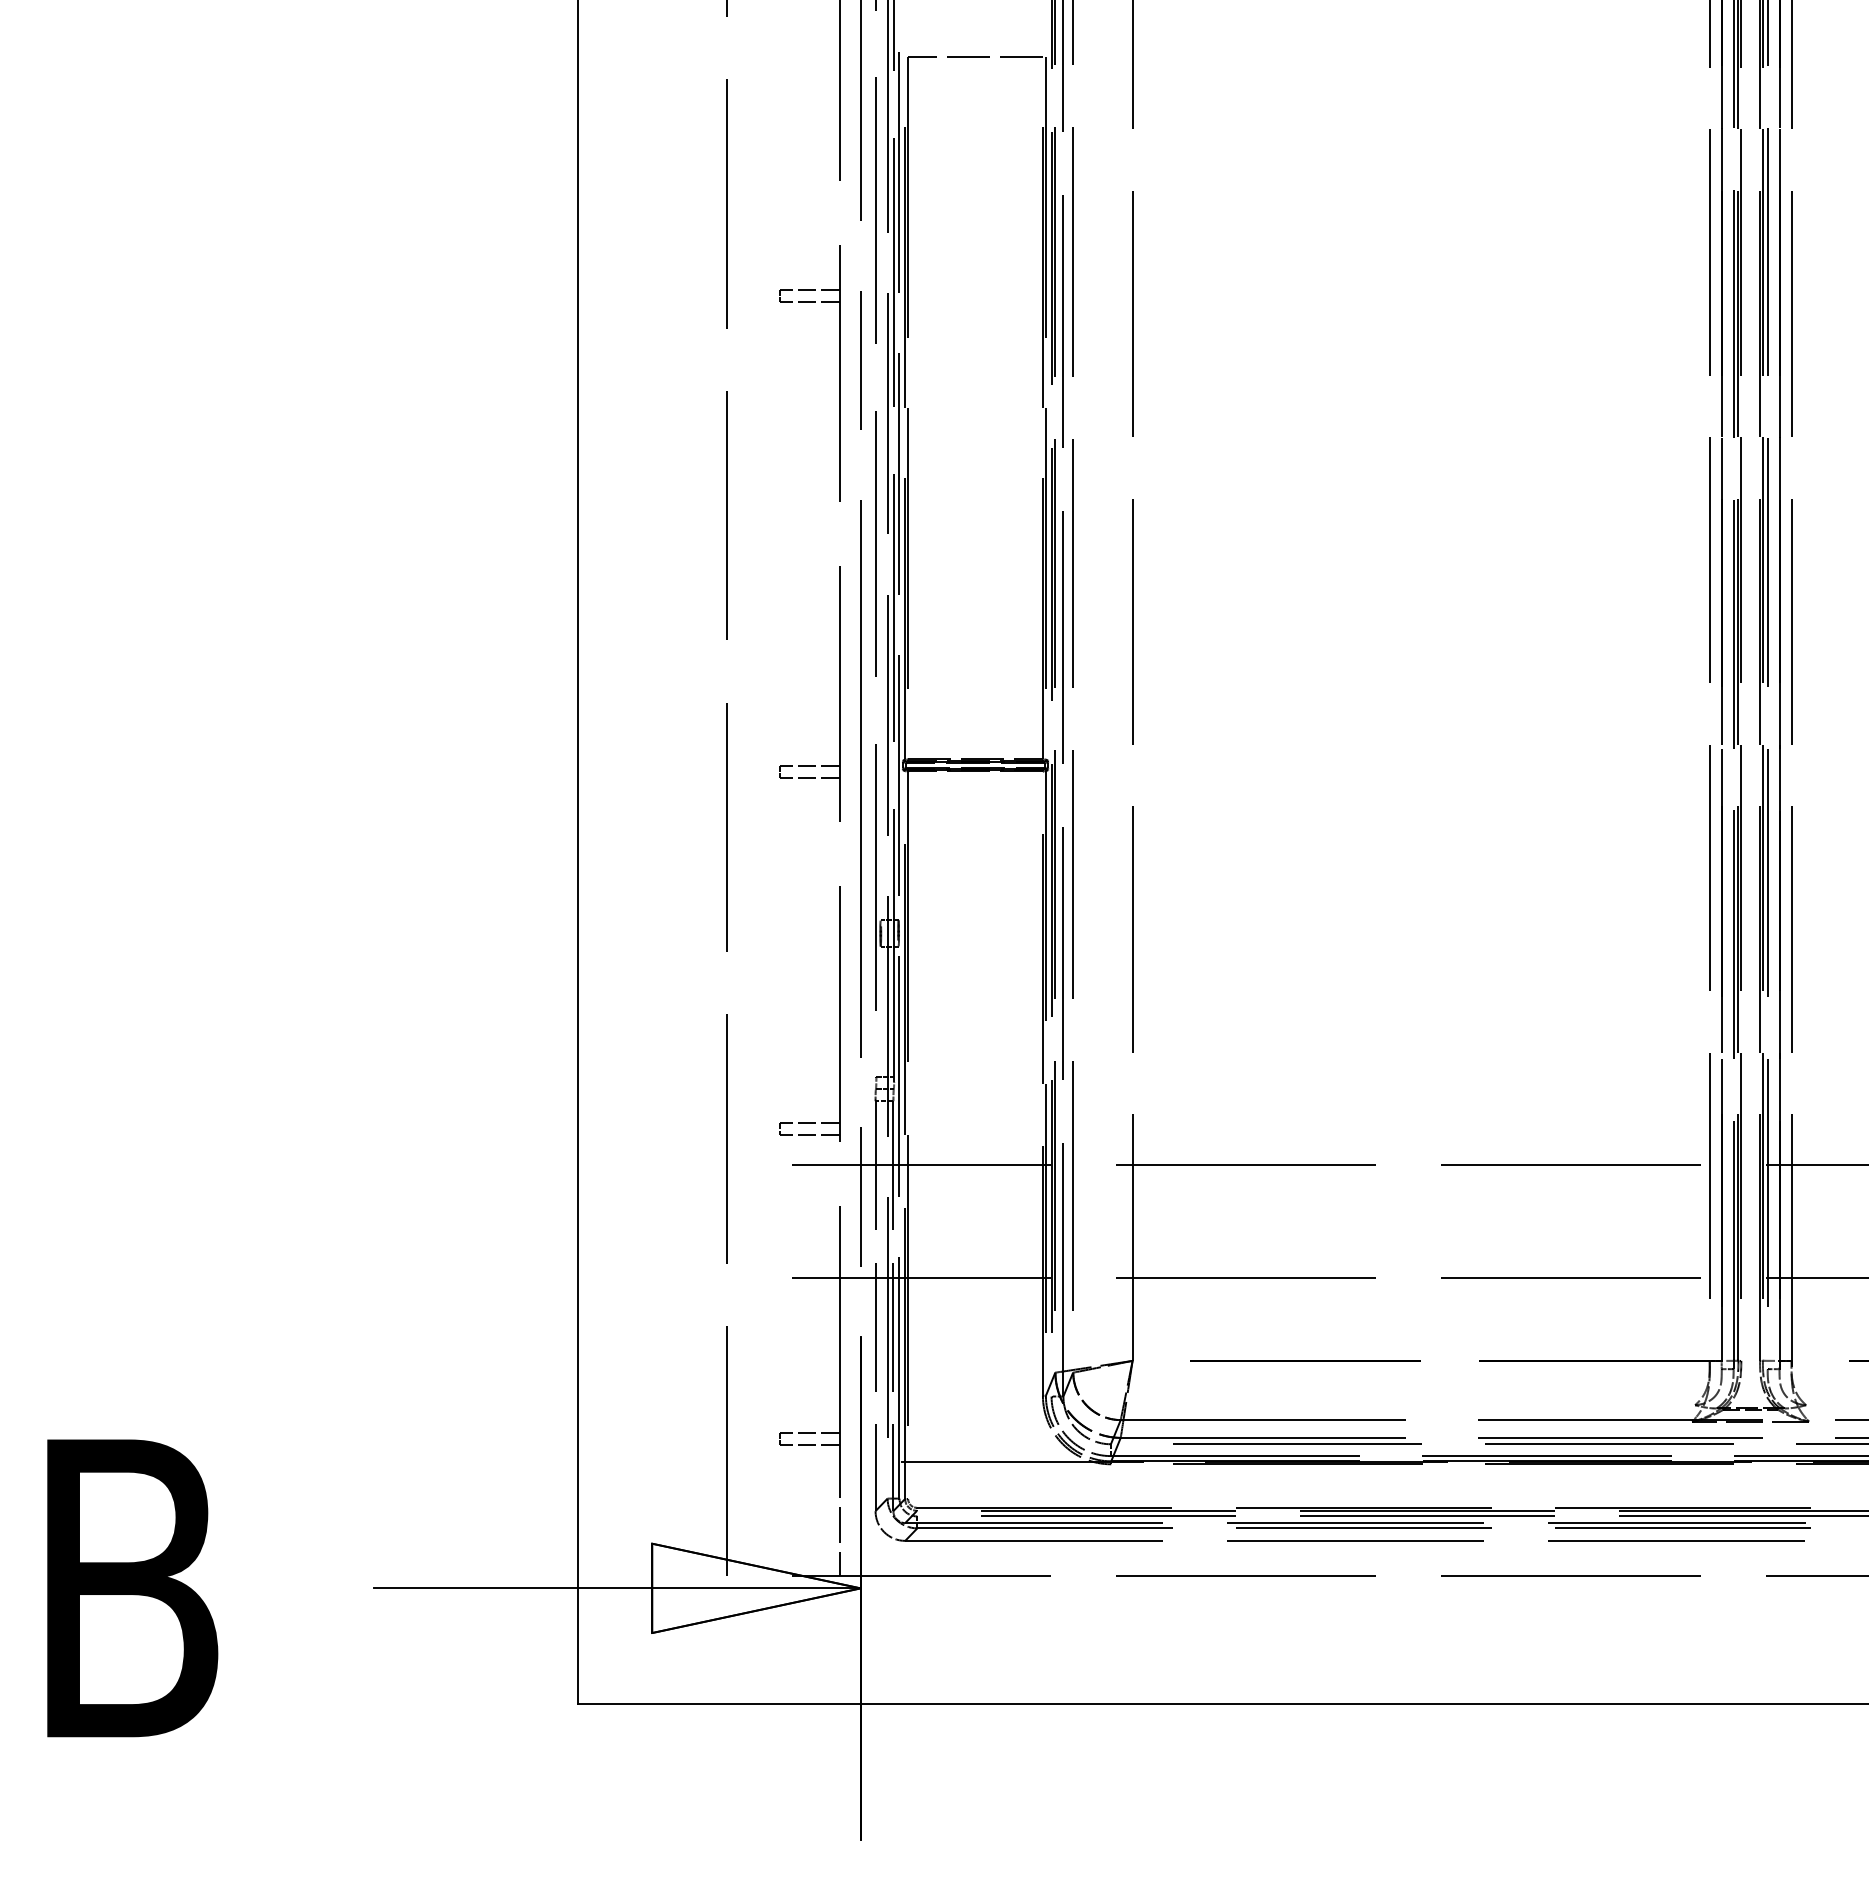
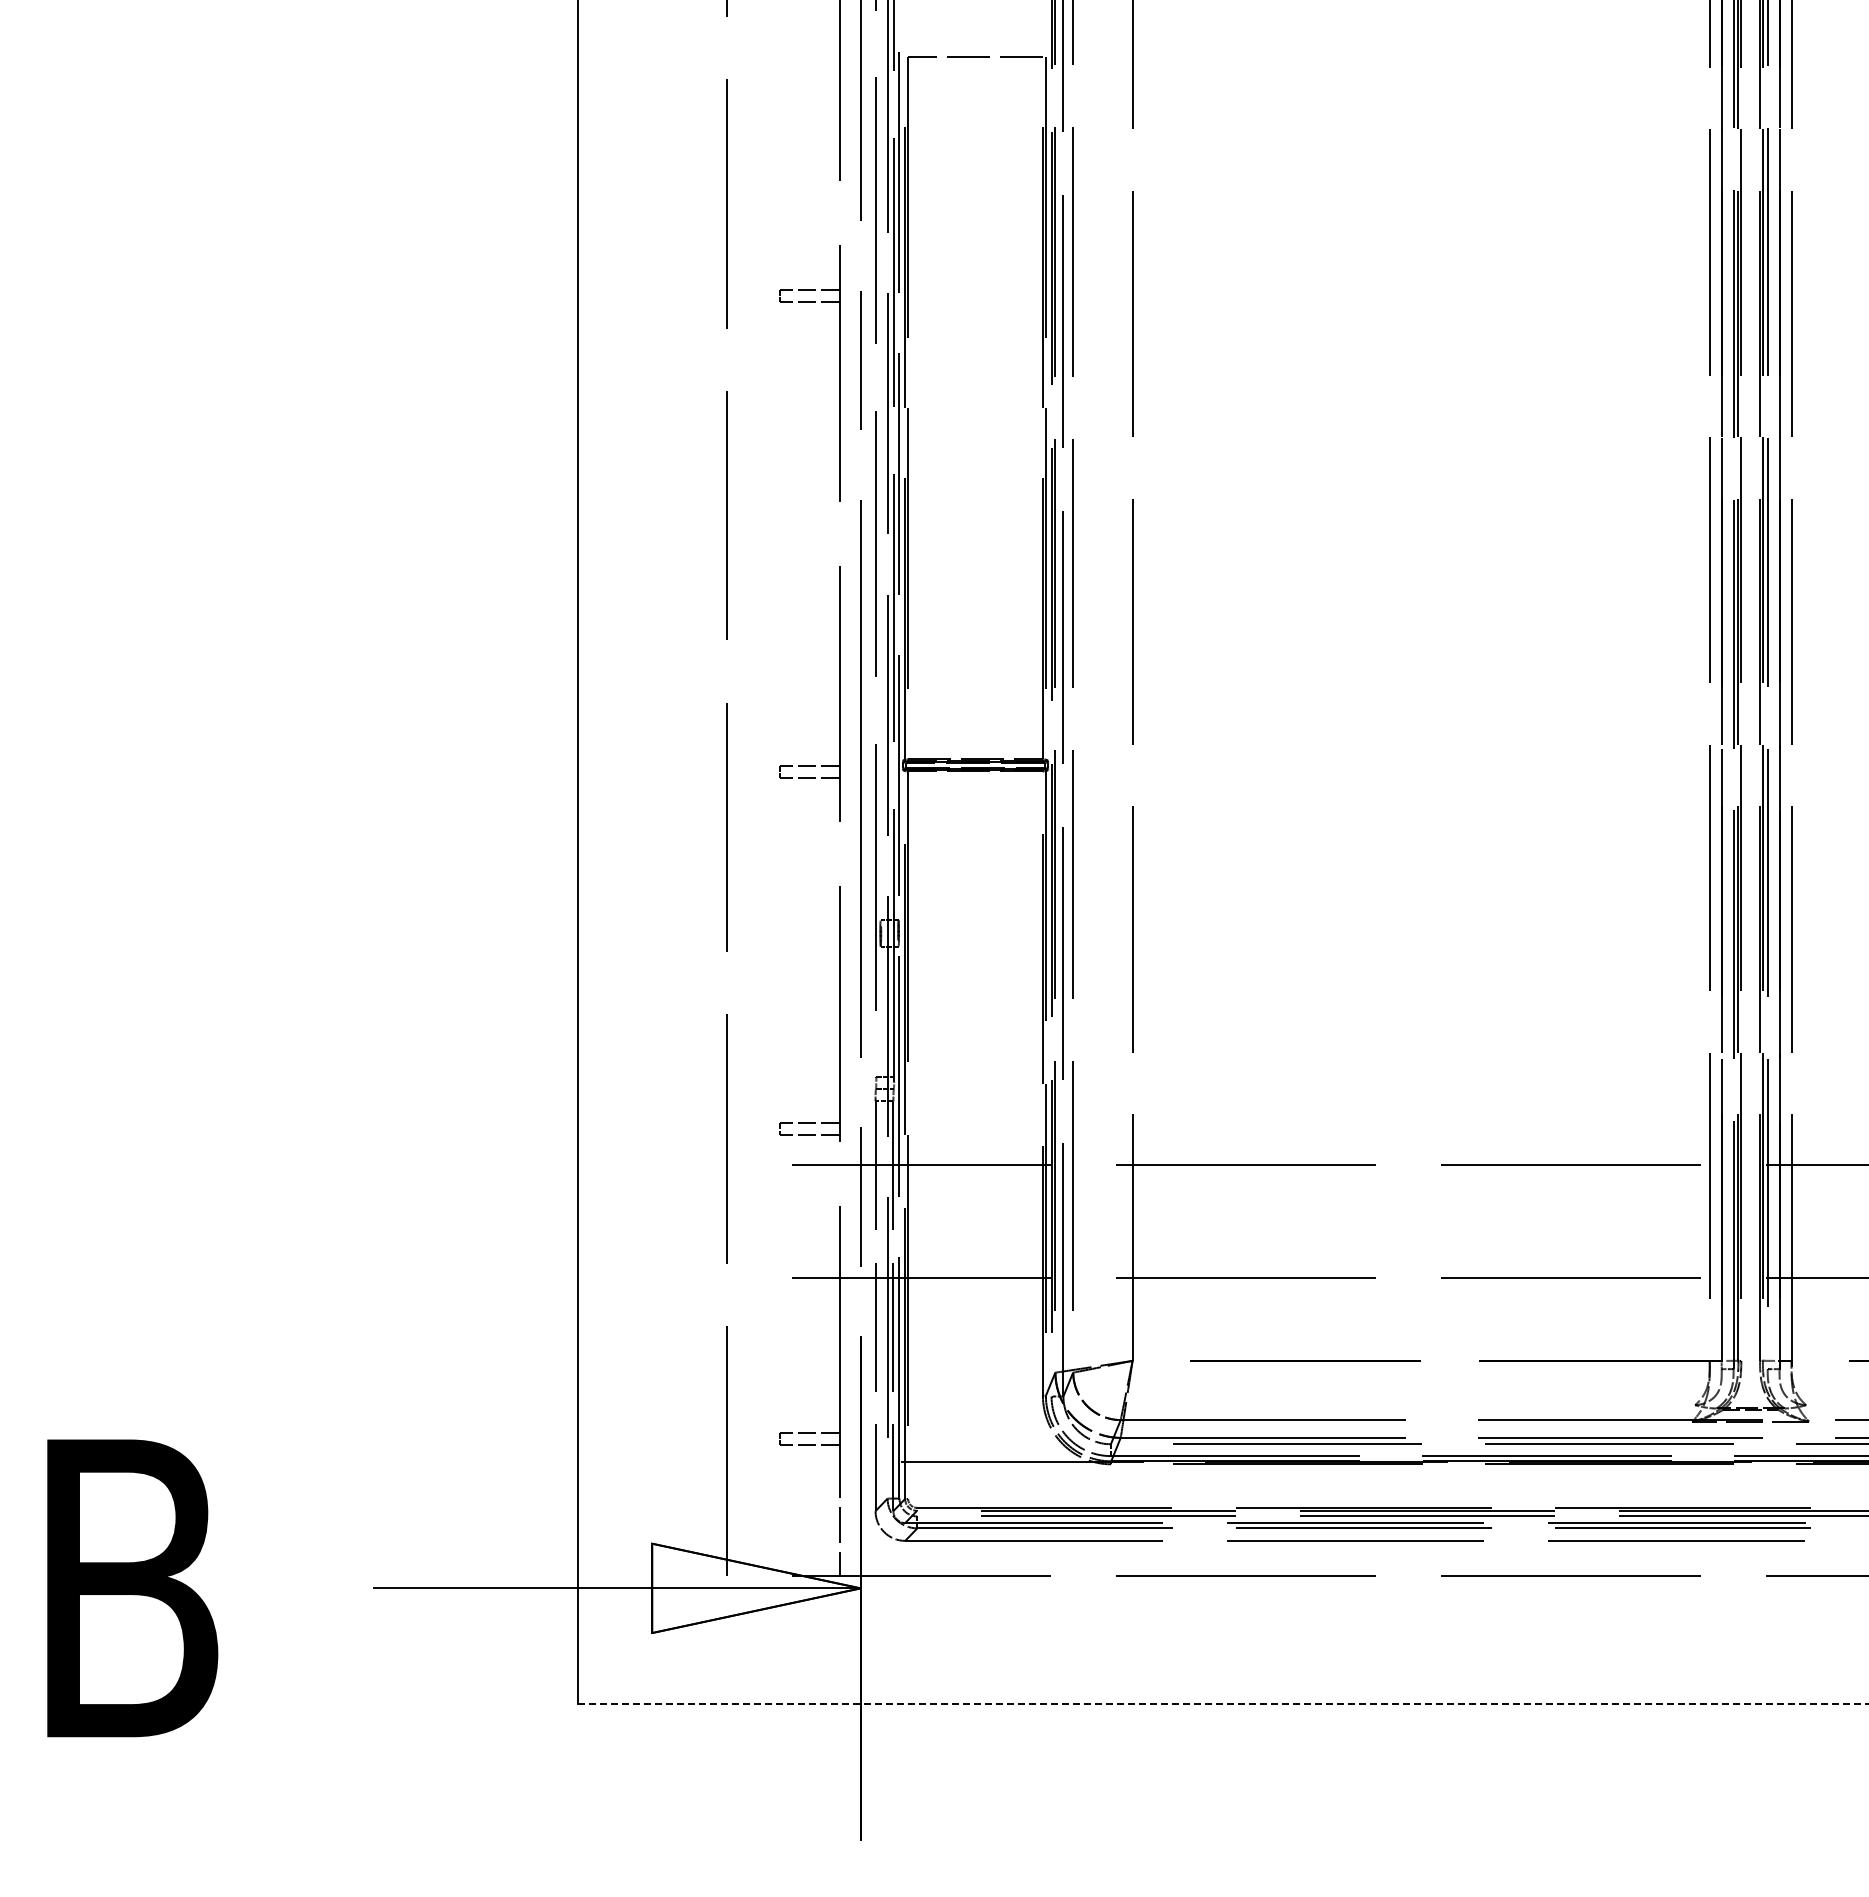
line at (1223, 1703): solid -> dashed
